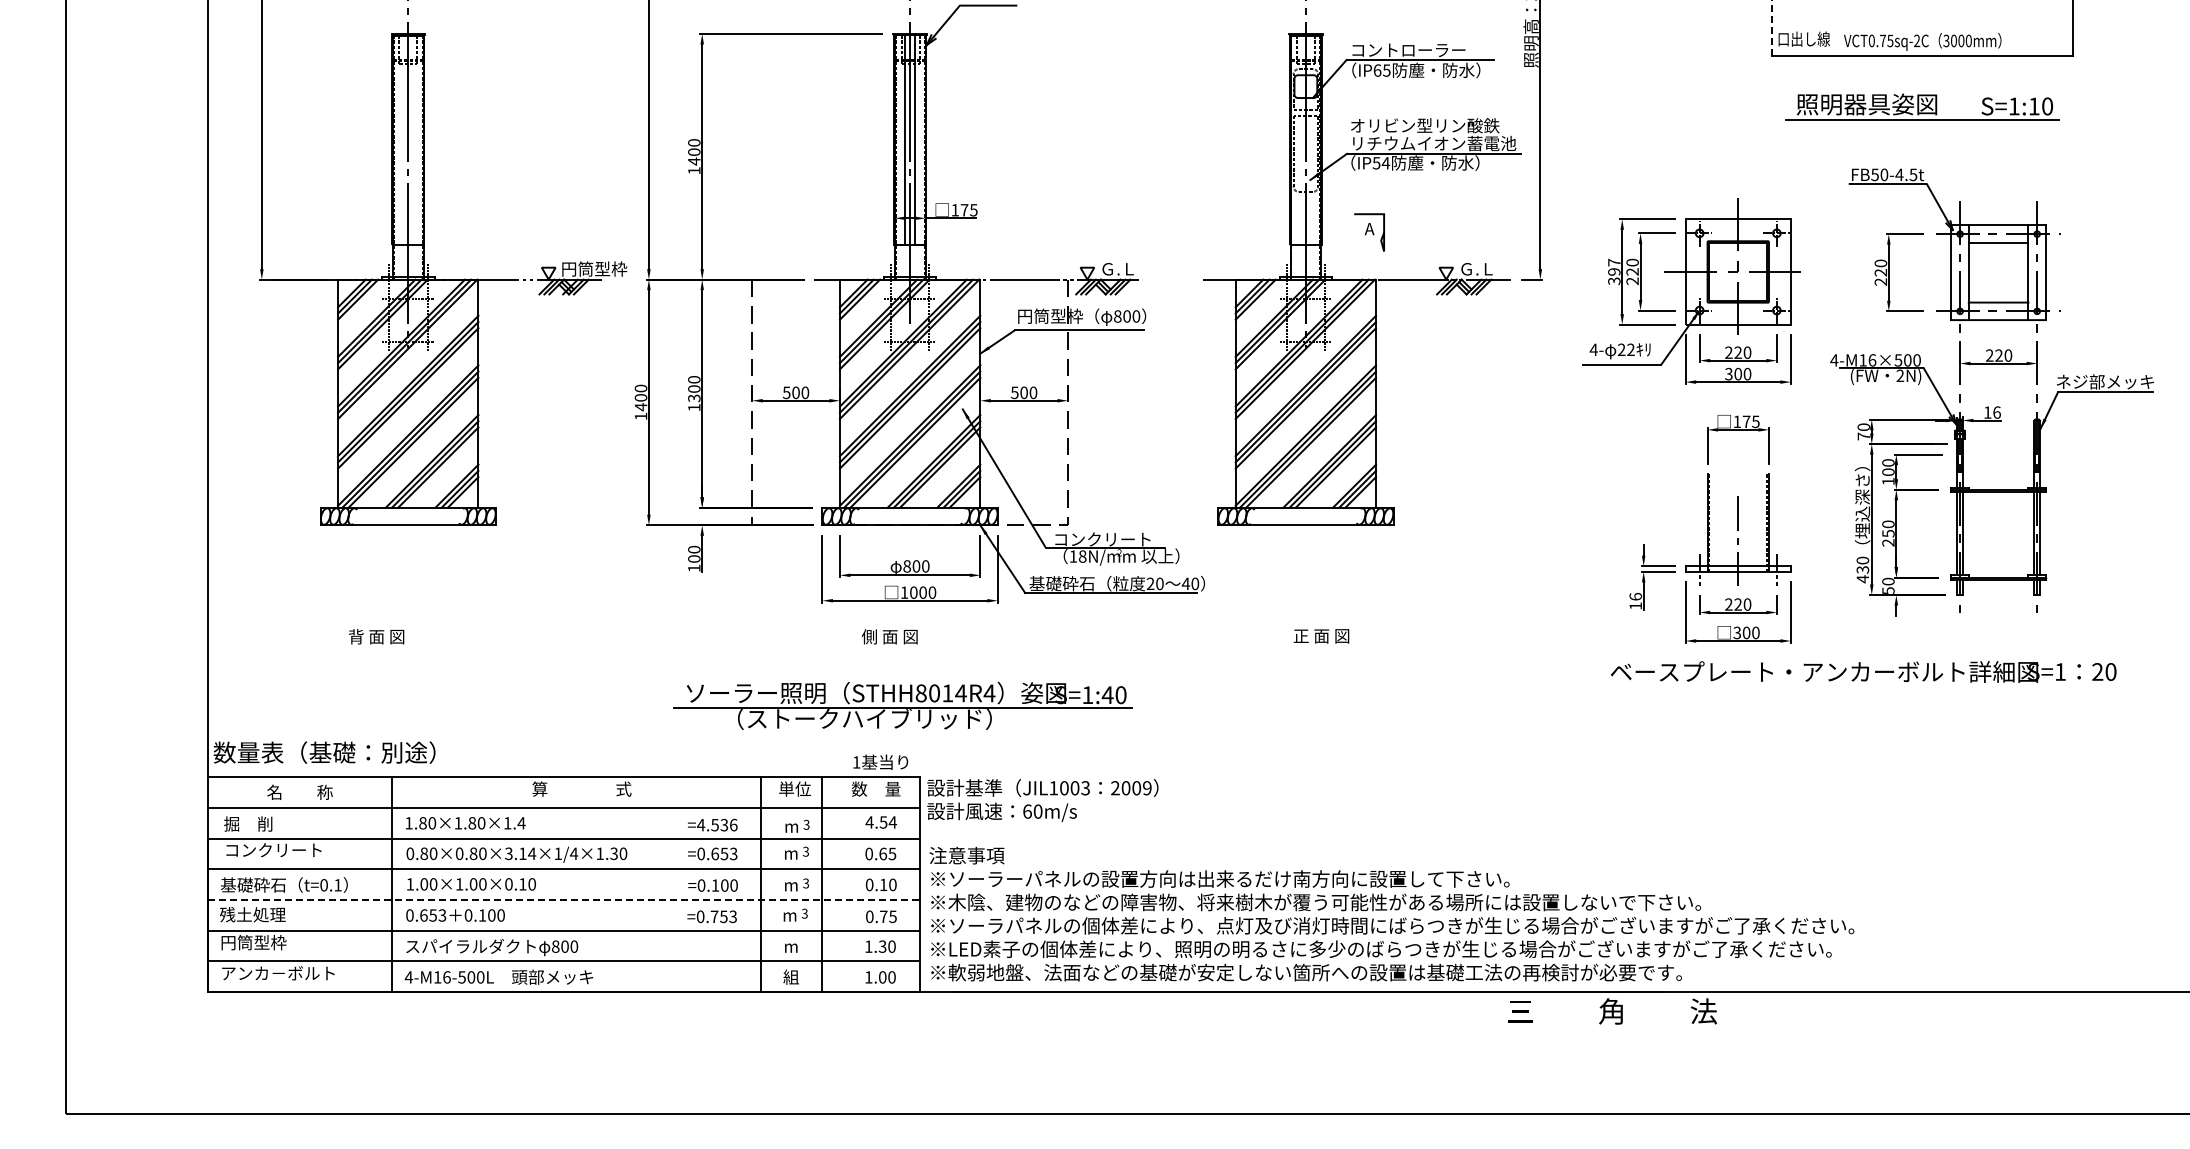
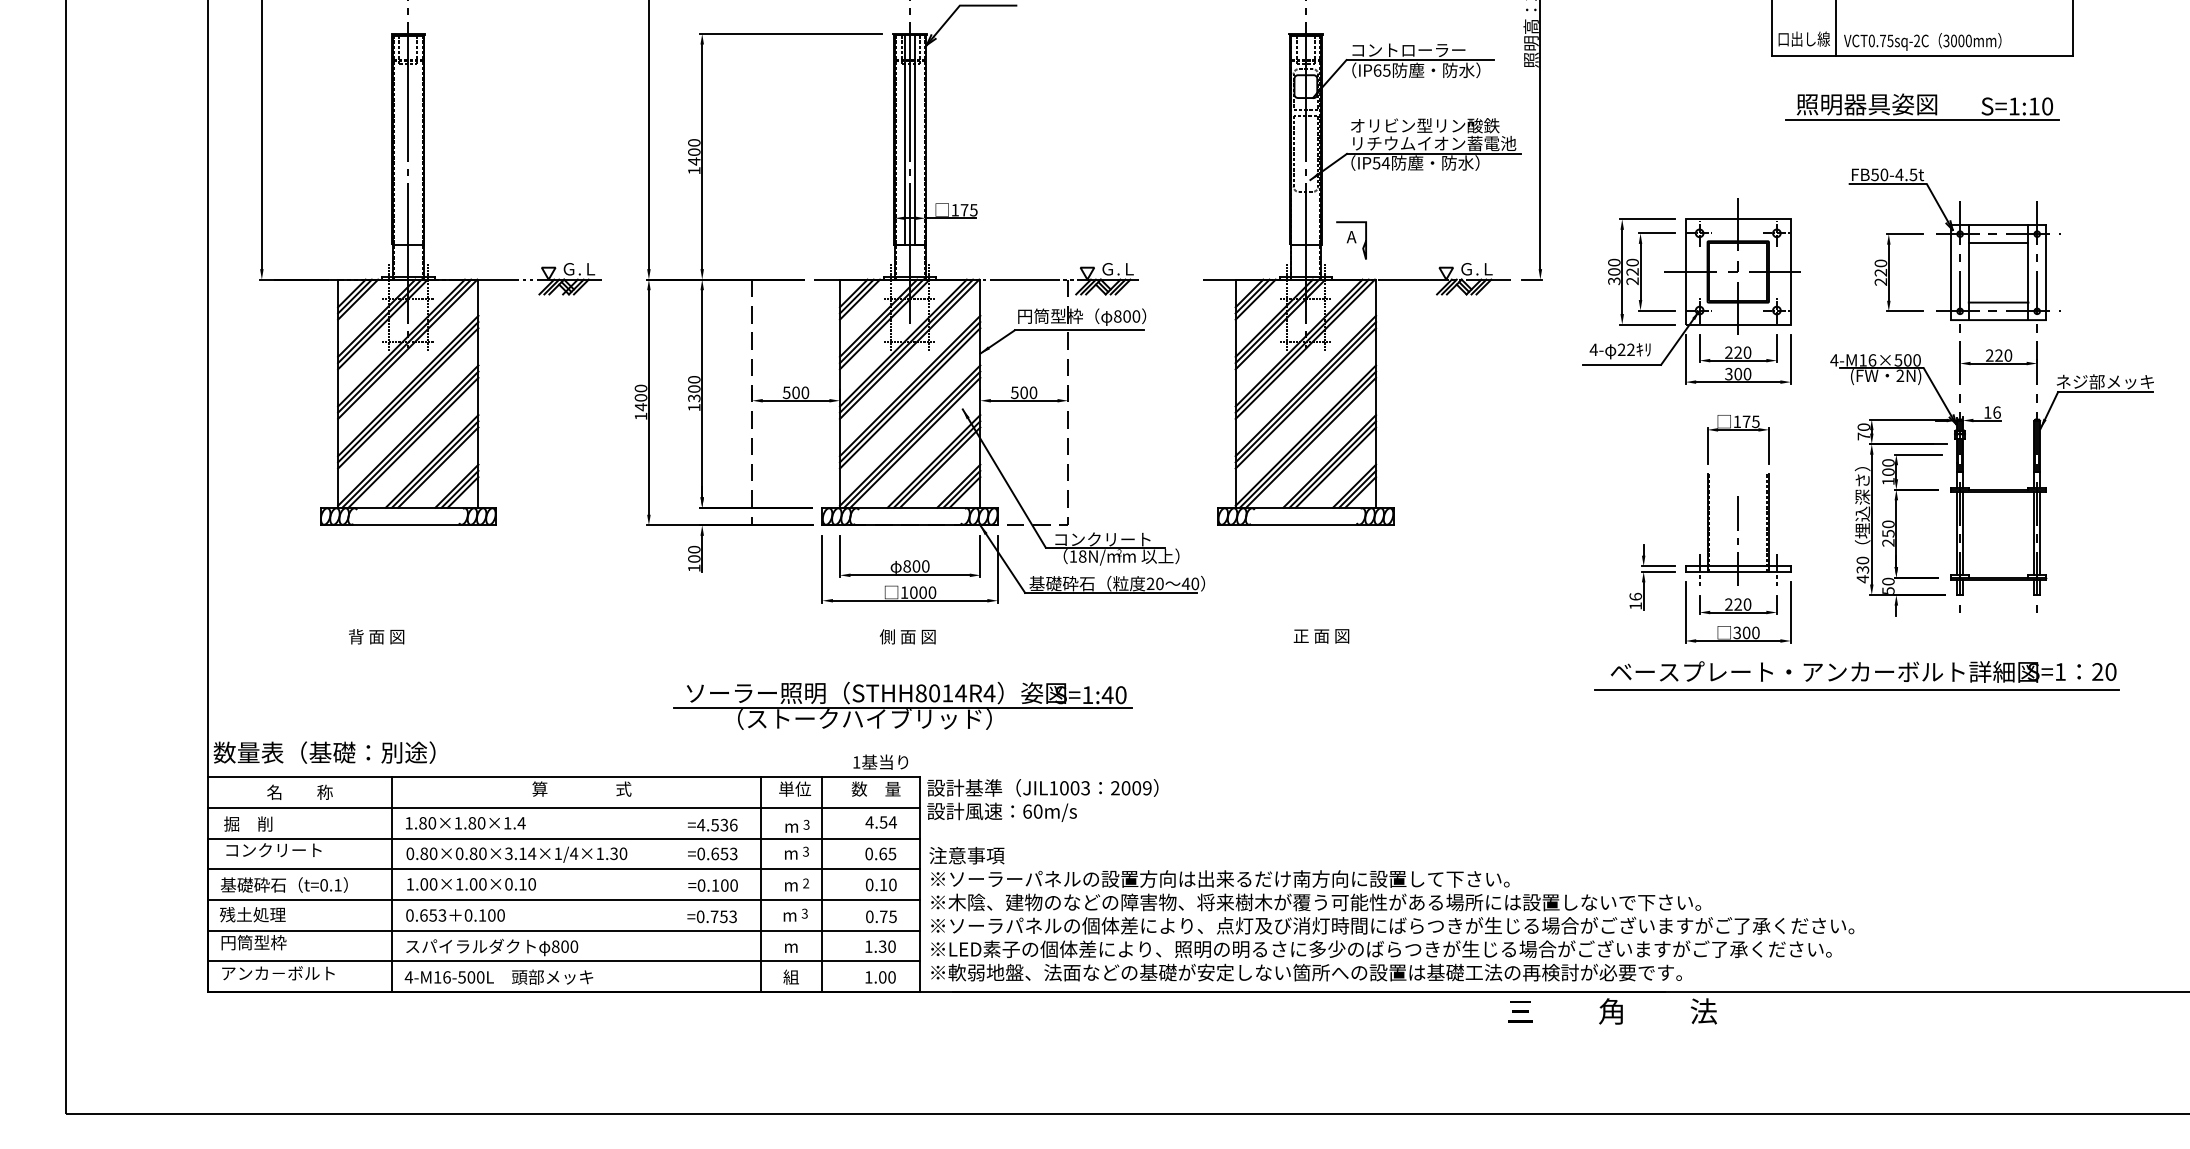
line at (1771, 28): dashed -> solid
line at (1836, 29): none -> present
part at (1369, 232) position: (1369, 232) -> (1351, 240)
text at (1614, 266): 397 -> 300
text at (594, 268): 円筒型枠 -> Ｇ.Ｌ
text at (889, 636) position: (889, 636) -> (907, 636)
line at (1857, 690): none -> present
text at (806, 883): 3 -> 2
line at (564, 900): dashed -> solid
